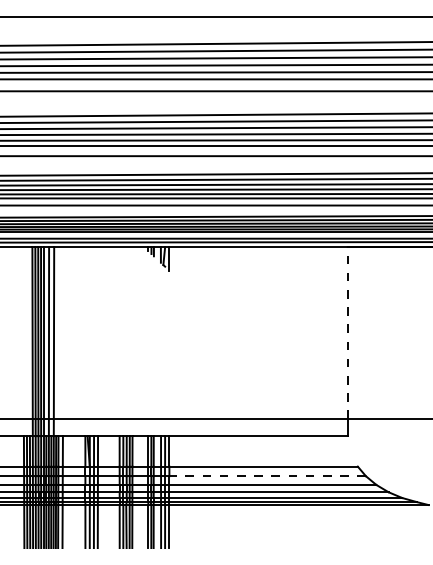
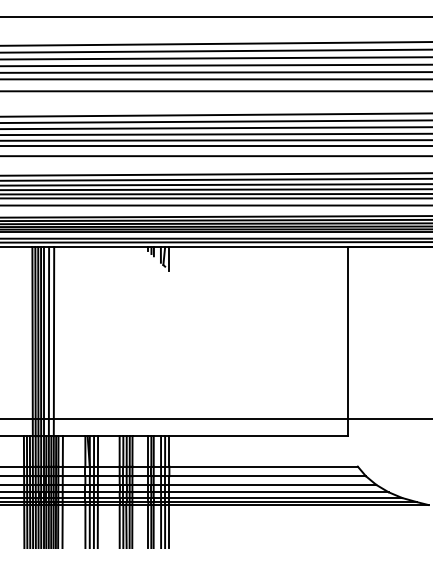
line at (347, 333): dashed -> solid
line at (267, 476): dashed -> solid
